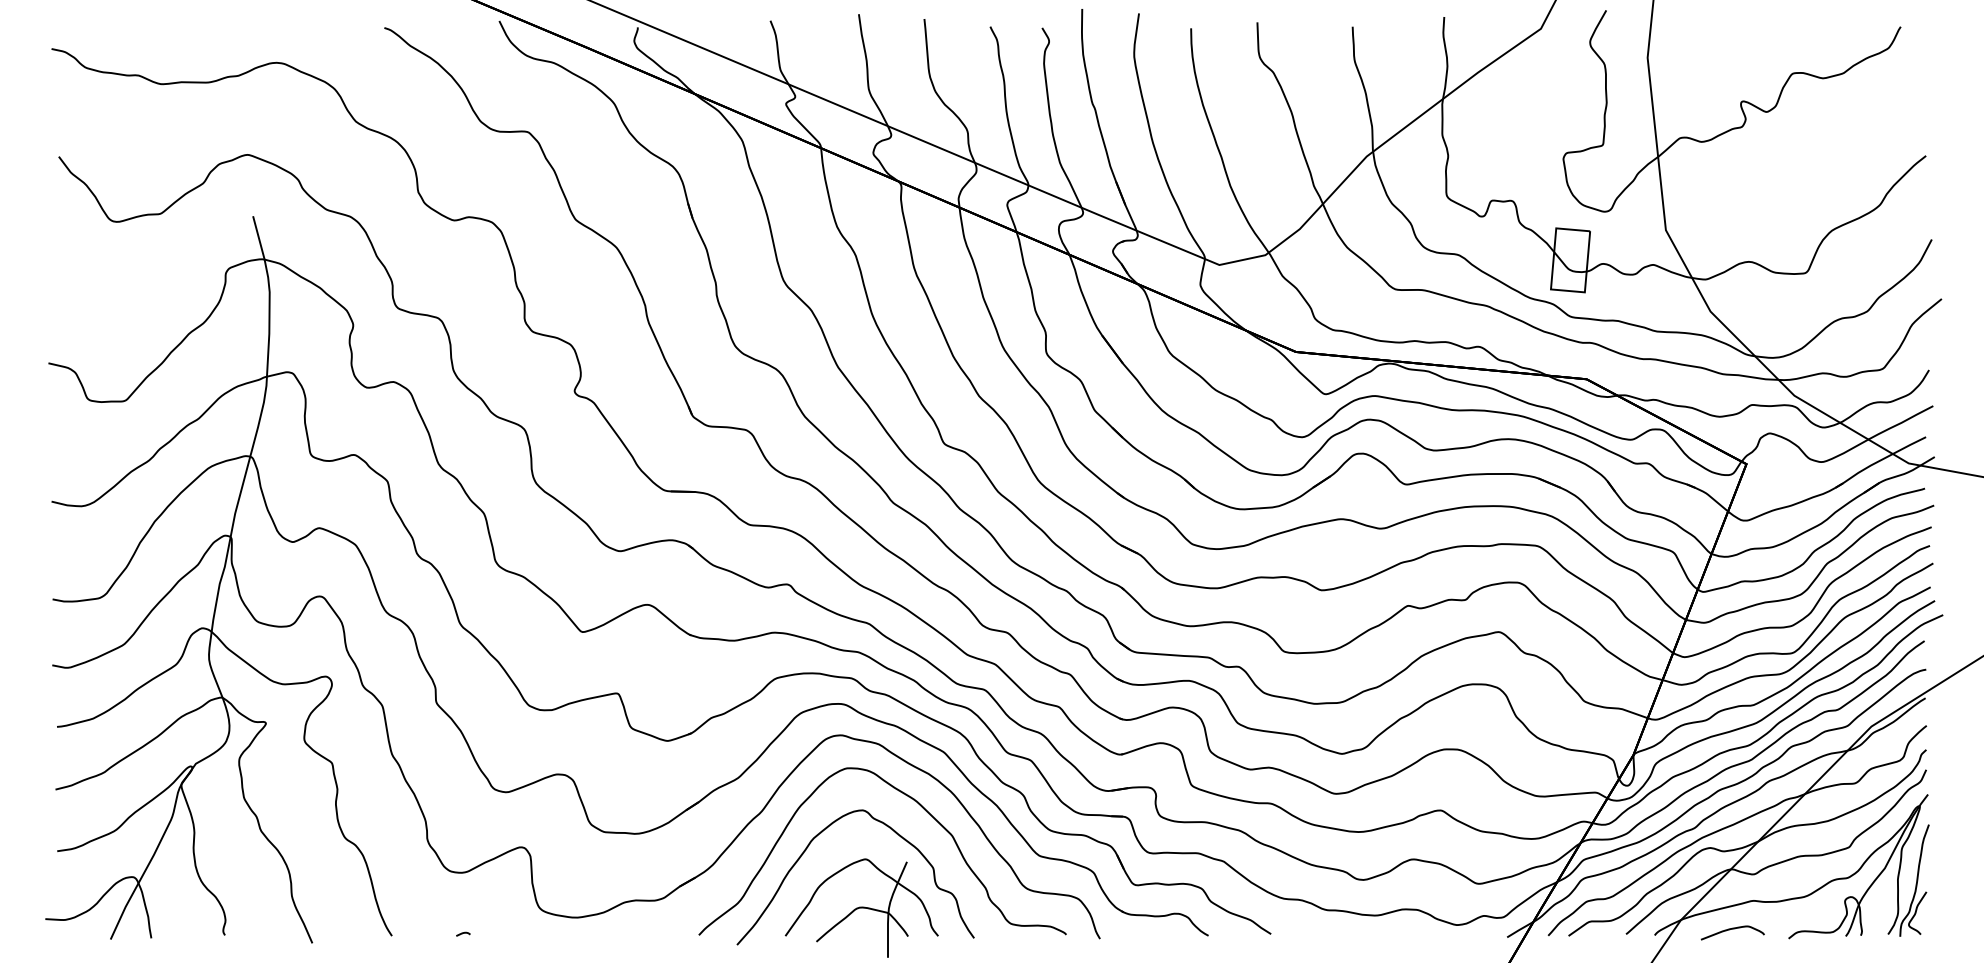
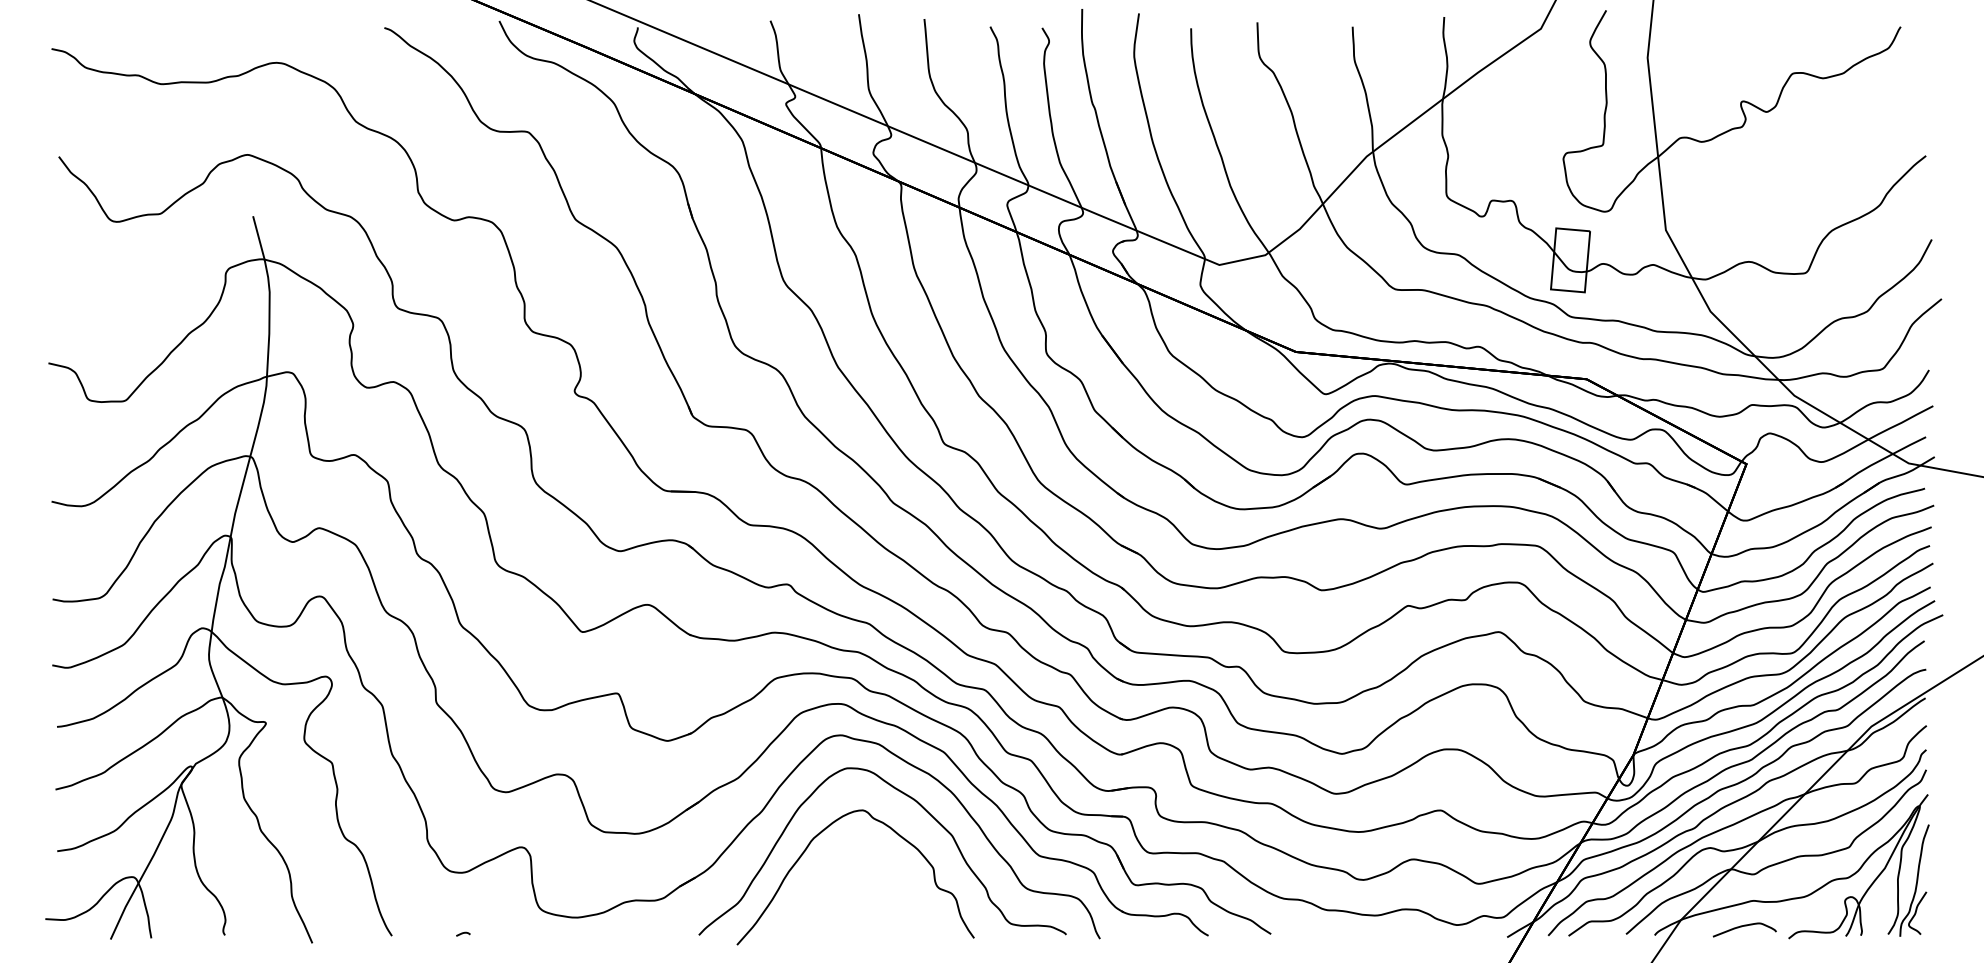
part at (861, 907): present -> none
curve at (1732, 929) position: (1732, 929) -> (1744, 926)
